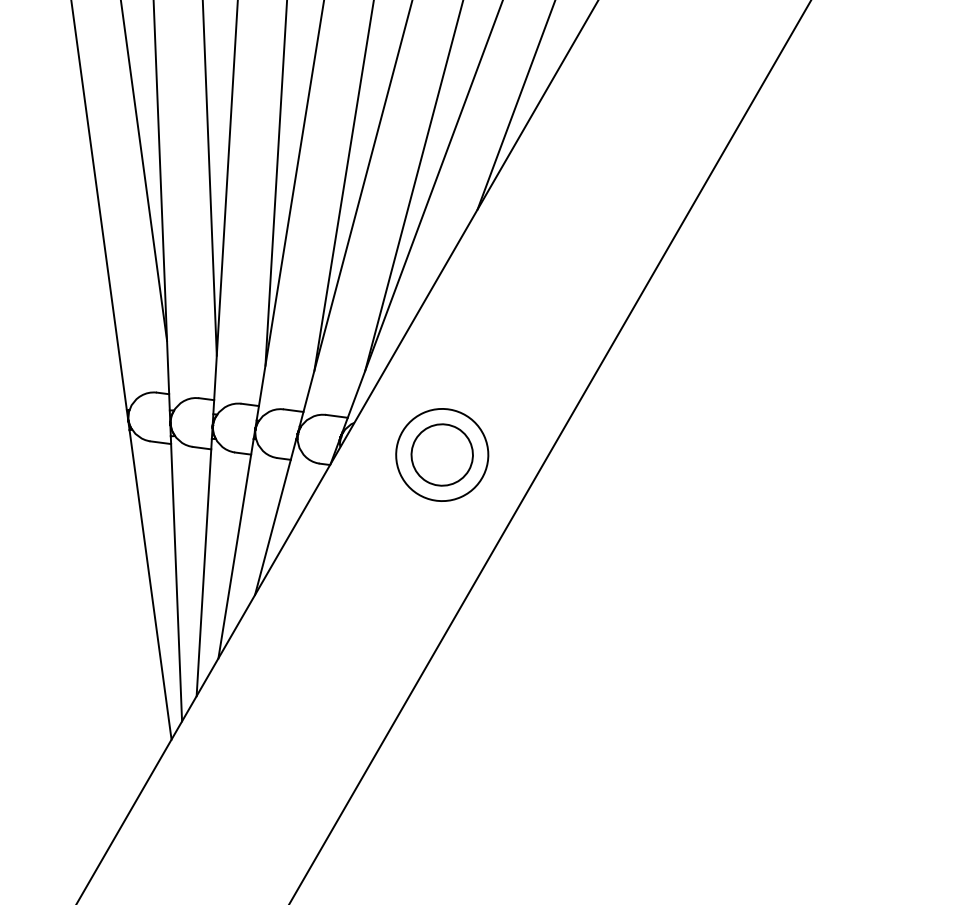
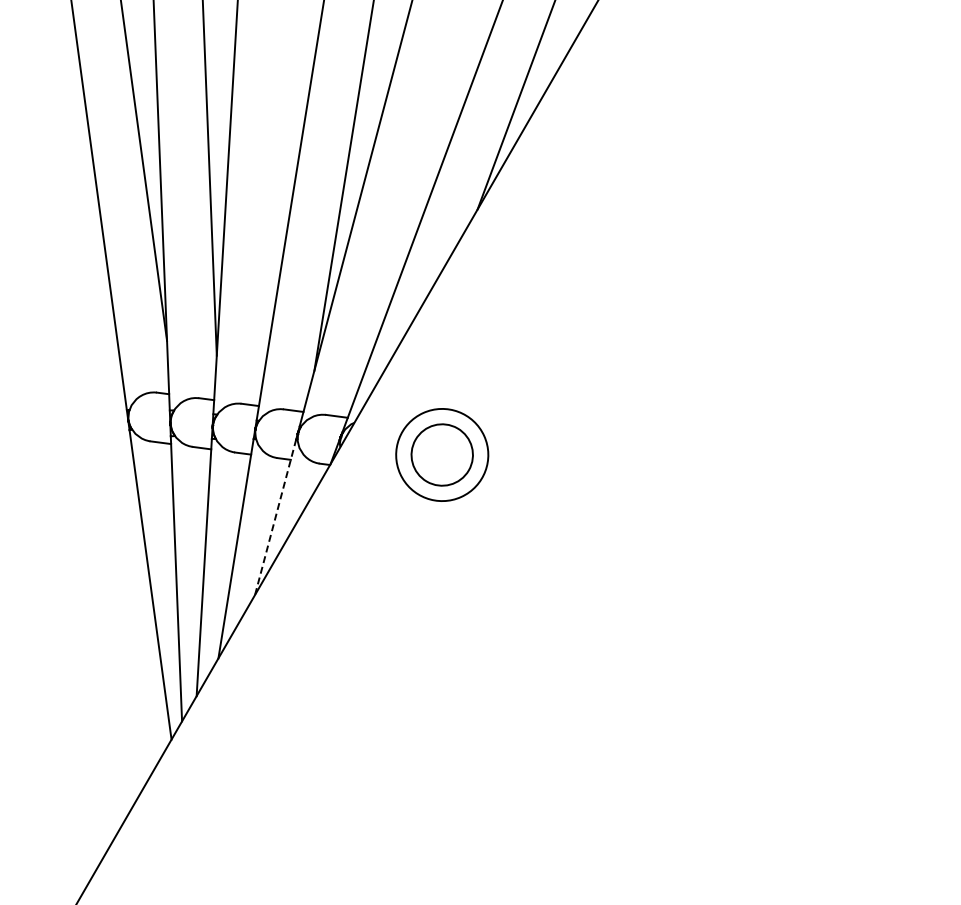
line at (275, 183): present -> none
line at (413, 186): present -> none
line at (549, 451): present -> none
line at (275, 517): solid -> dashed
